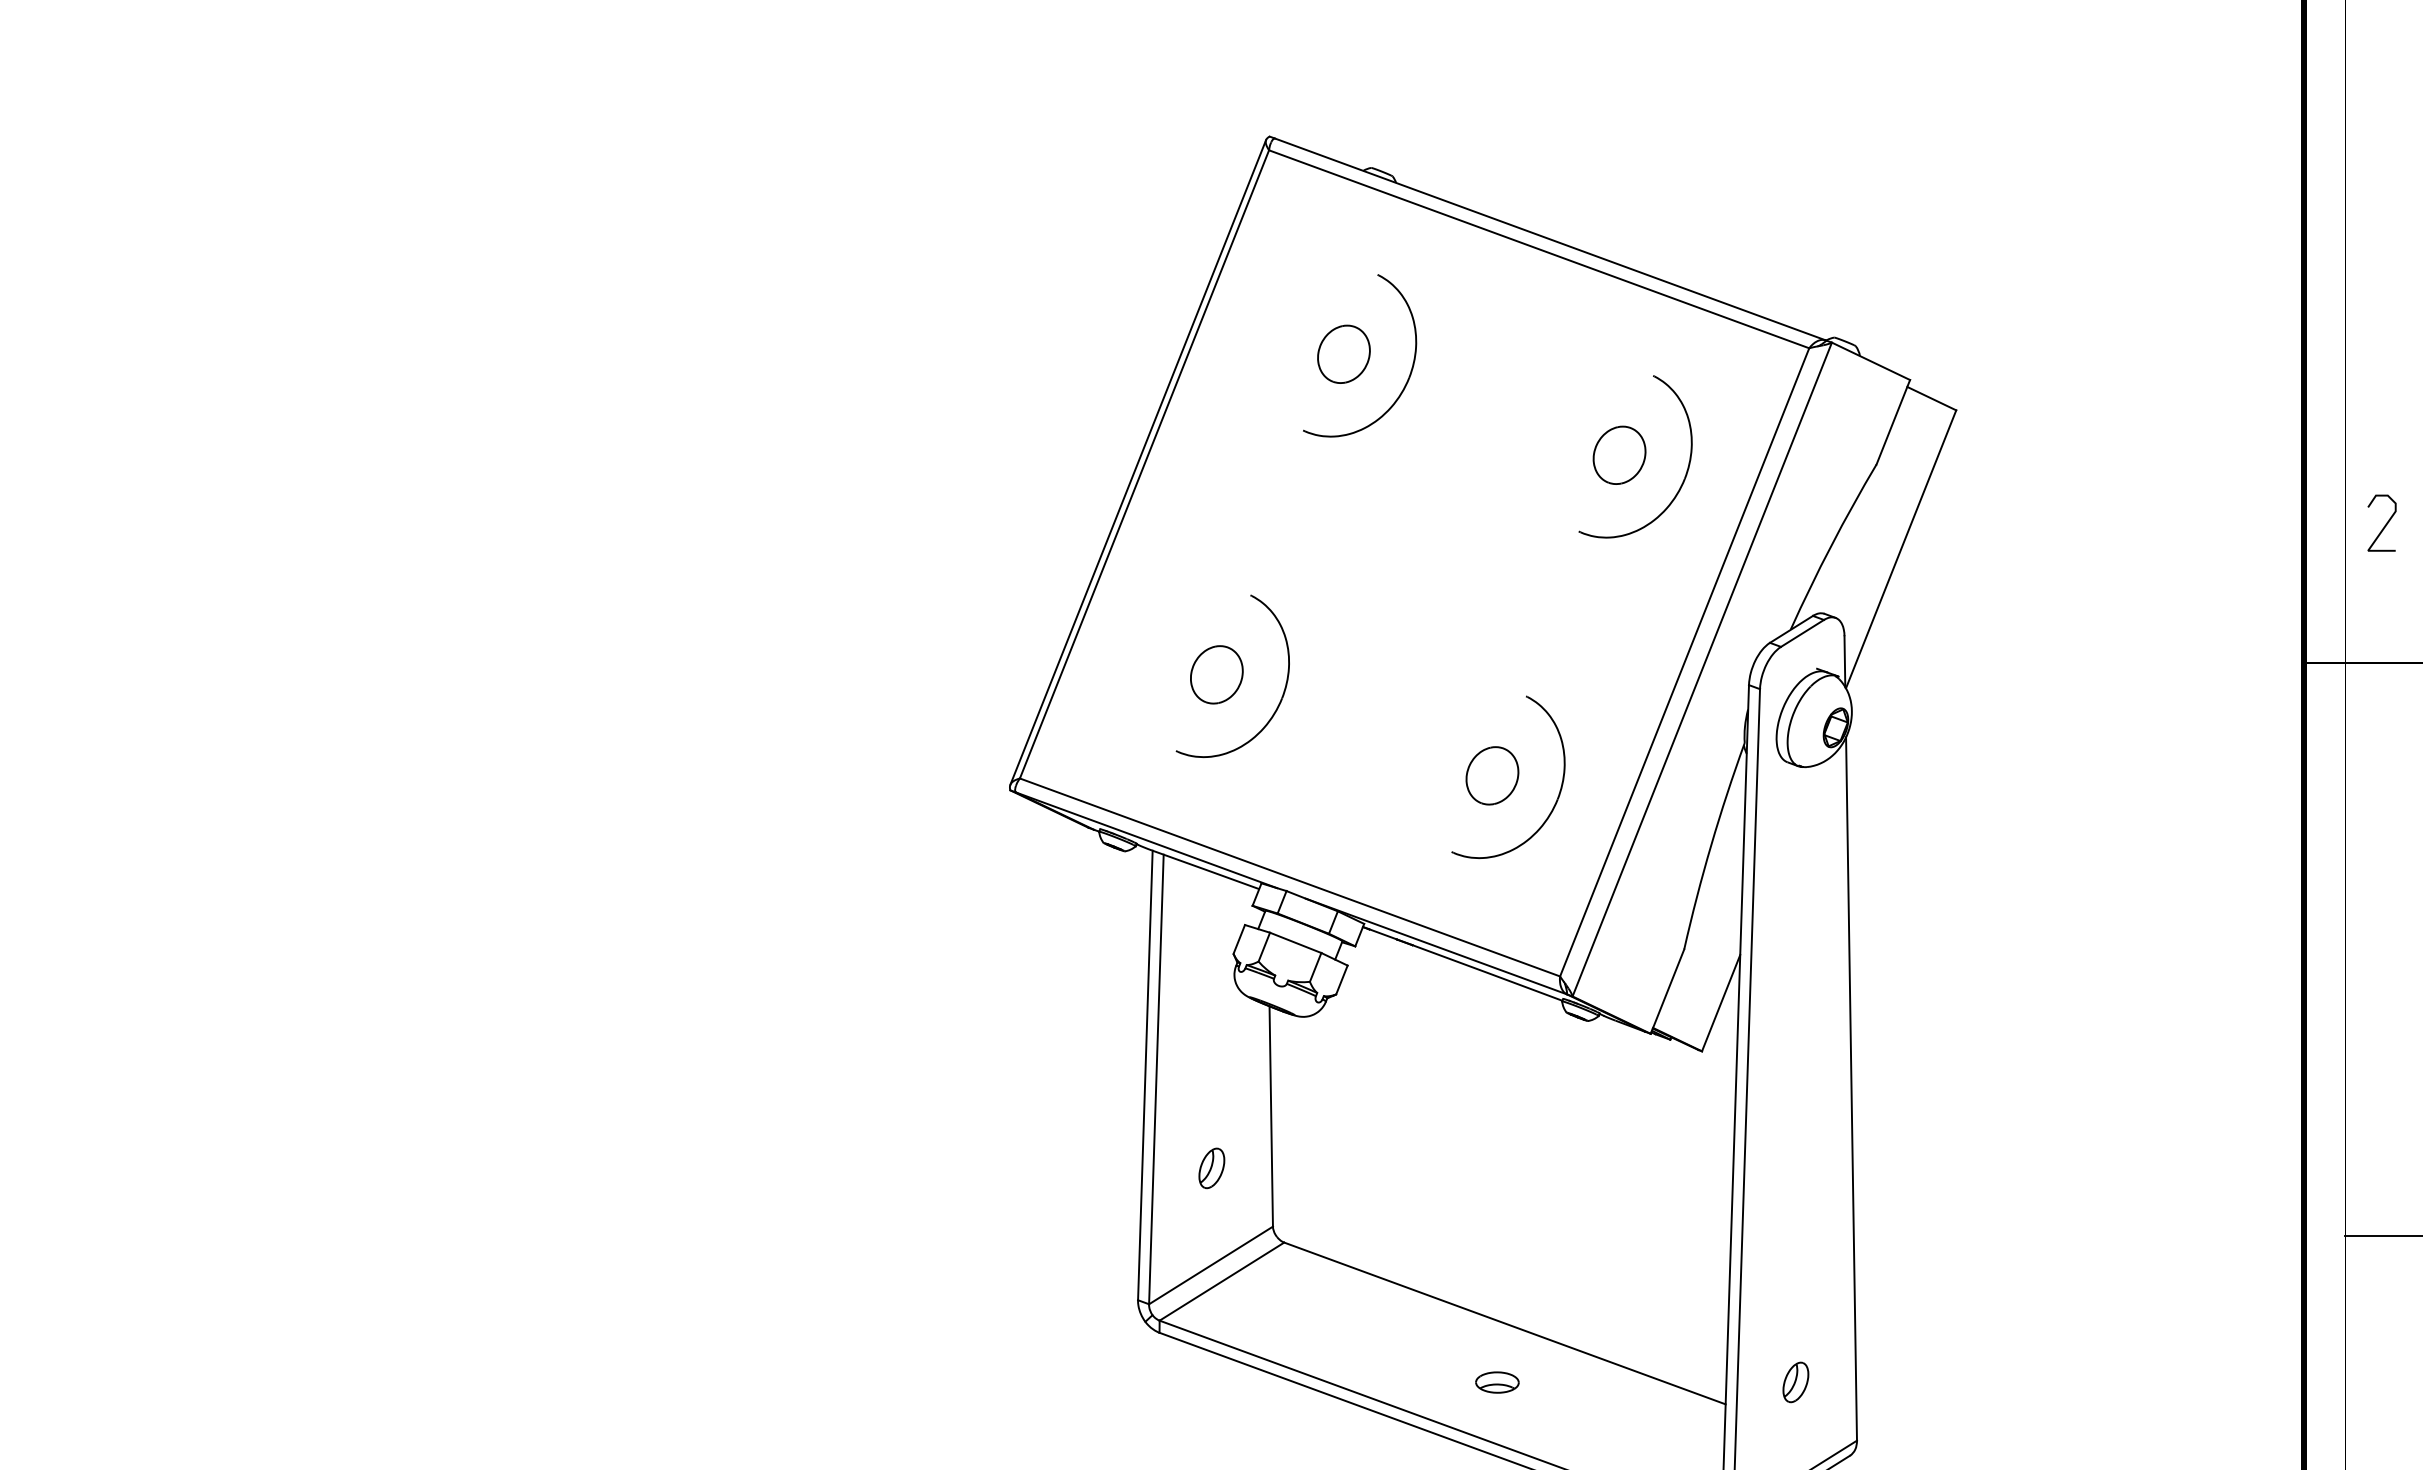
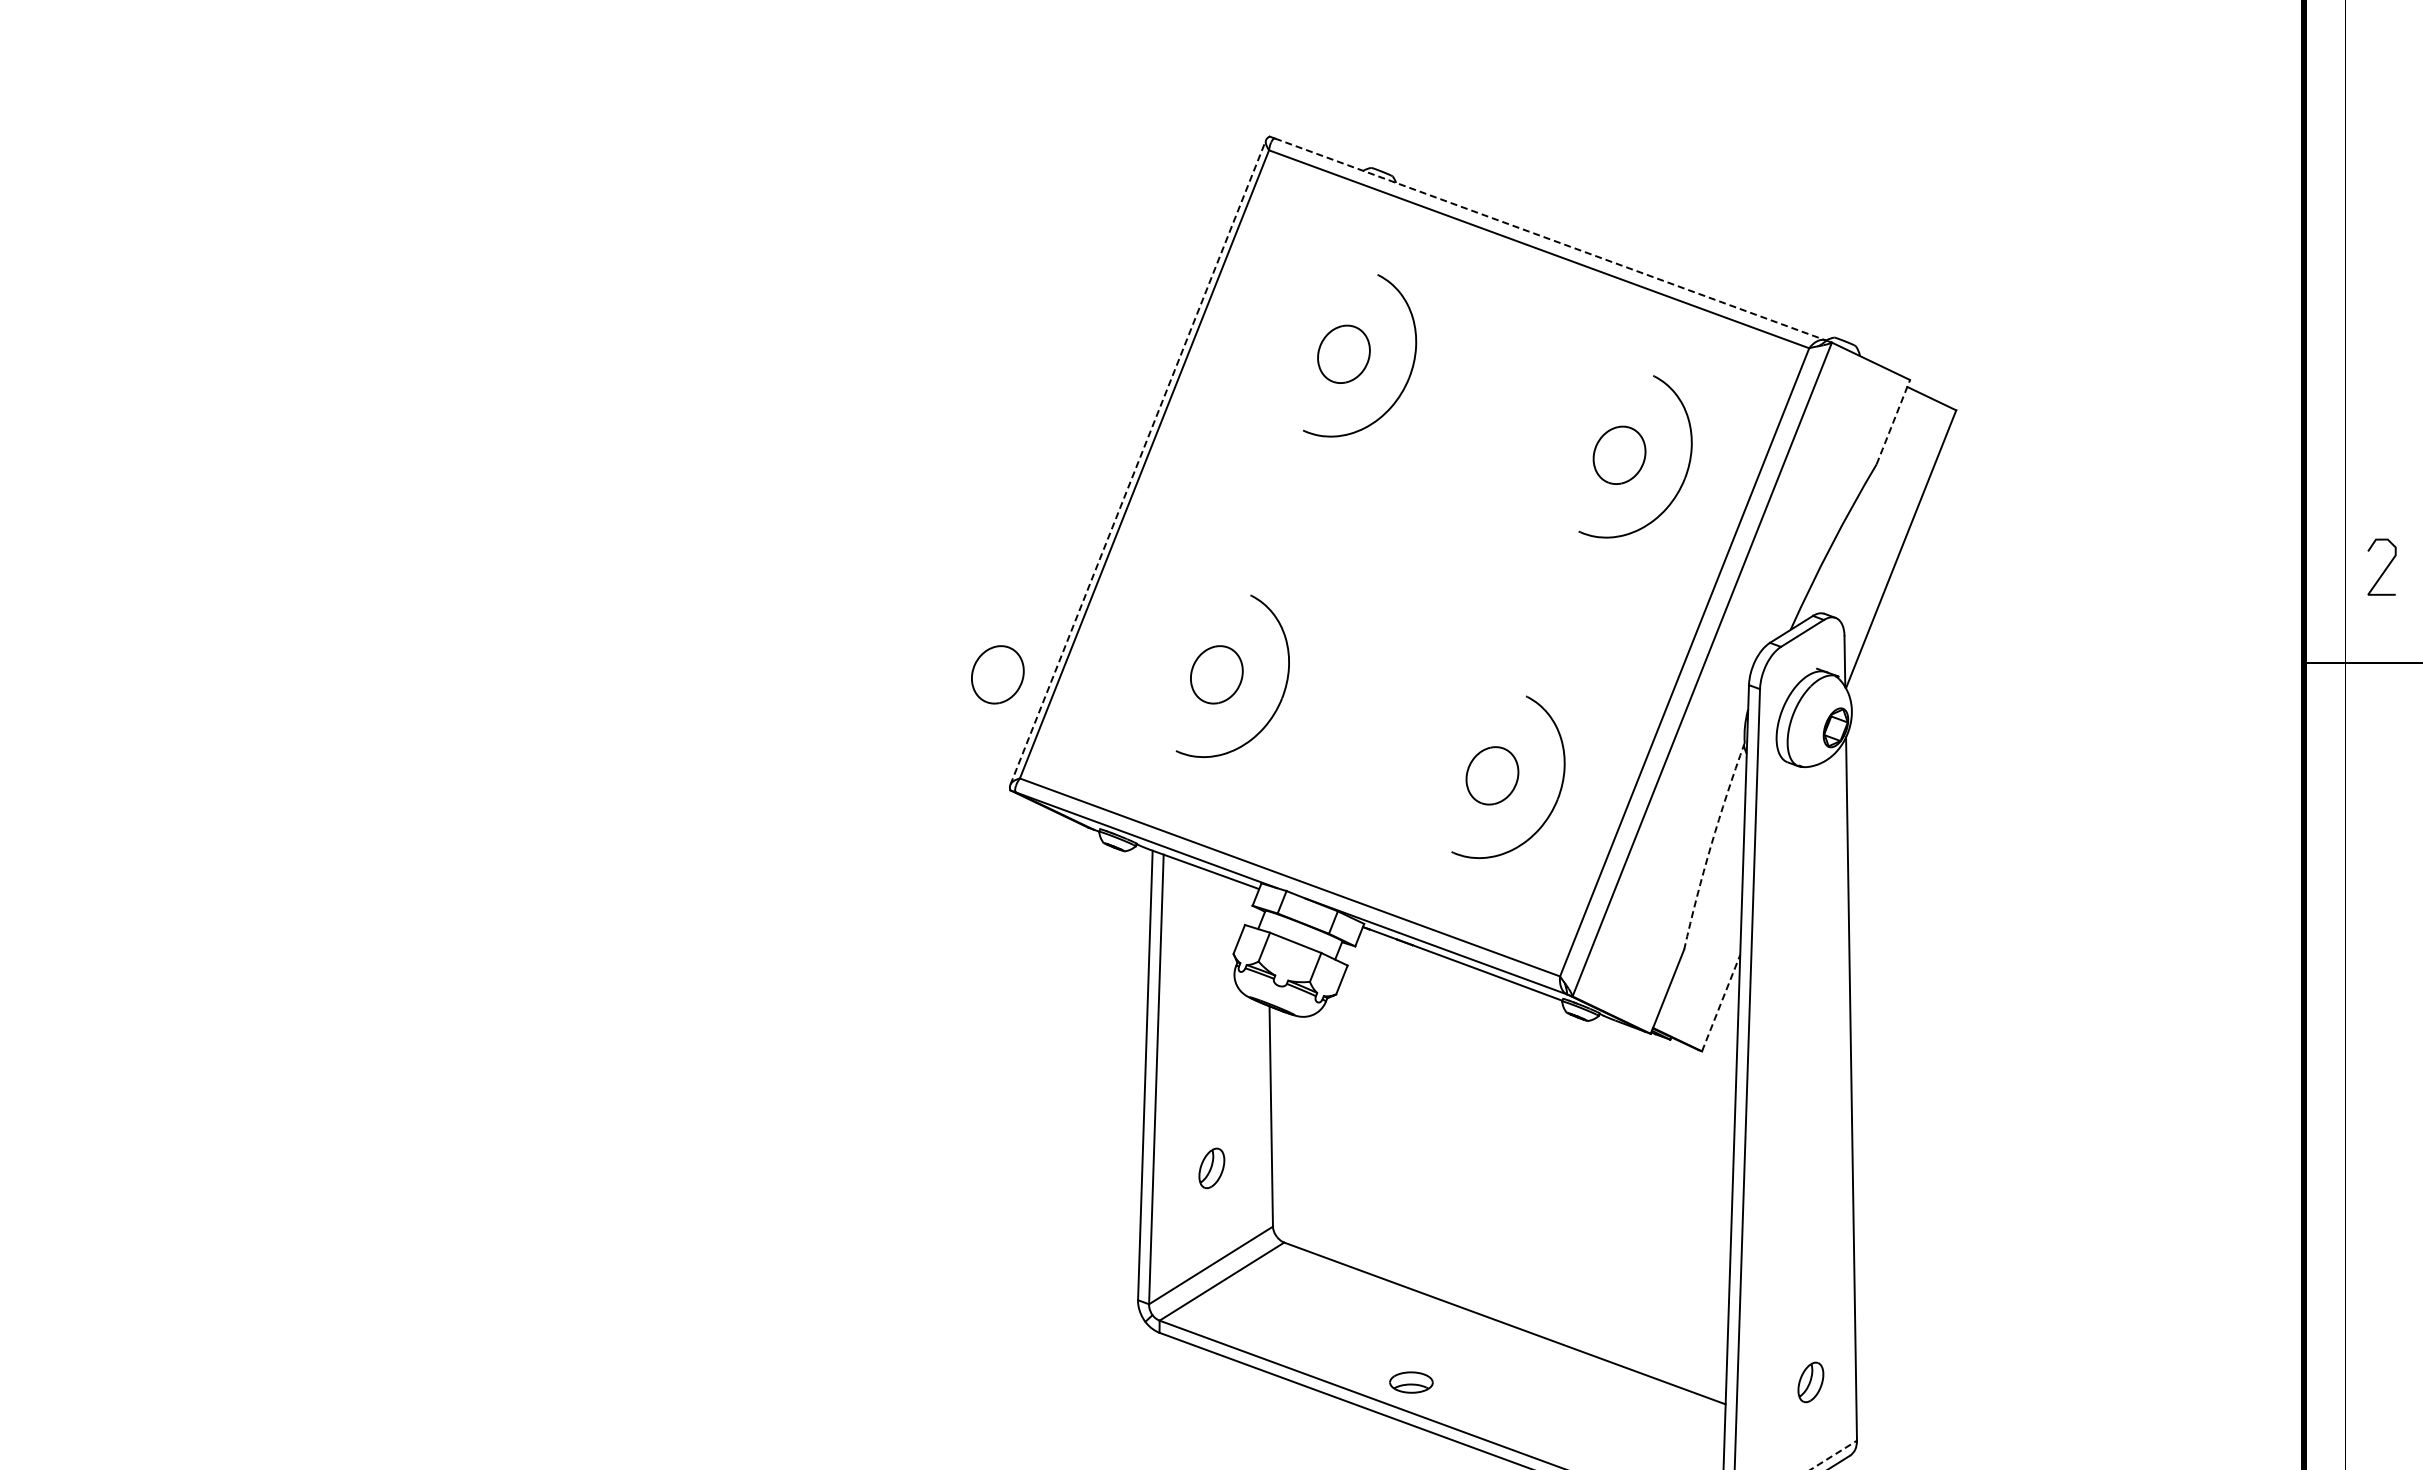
line at (1550, 239): solid -> dashed
line at (1893, 421): solid -> dashed
line at (1138, 462): solid -> dashed
curve at (2384, 525) position: (2384, 525) -> (2384, 569)
part at (997, 674): none -> present
arc at (1711, 845): solid -> dashed
line at (1721, 1003): solid -> dashed
line at (2382, 1235): present -> none
part at (1497, 1382) position: (1497, 1382) -> (1411, 1382)
part at (1795, 1382) position: (1795, 1382) -> (1810, 1382)
line at (1834, 1454): solid -> dashed
